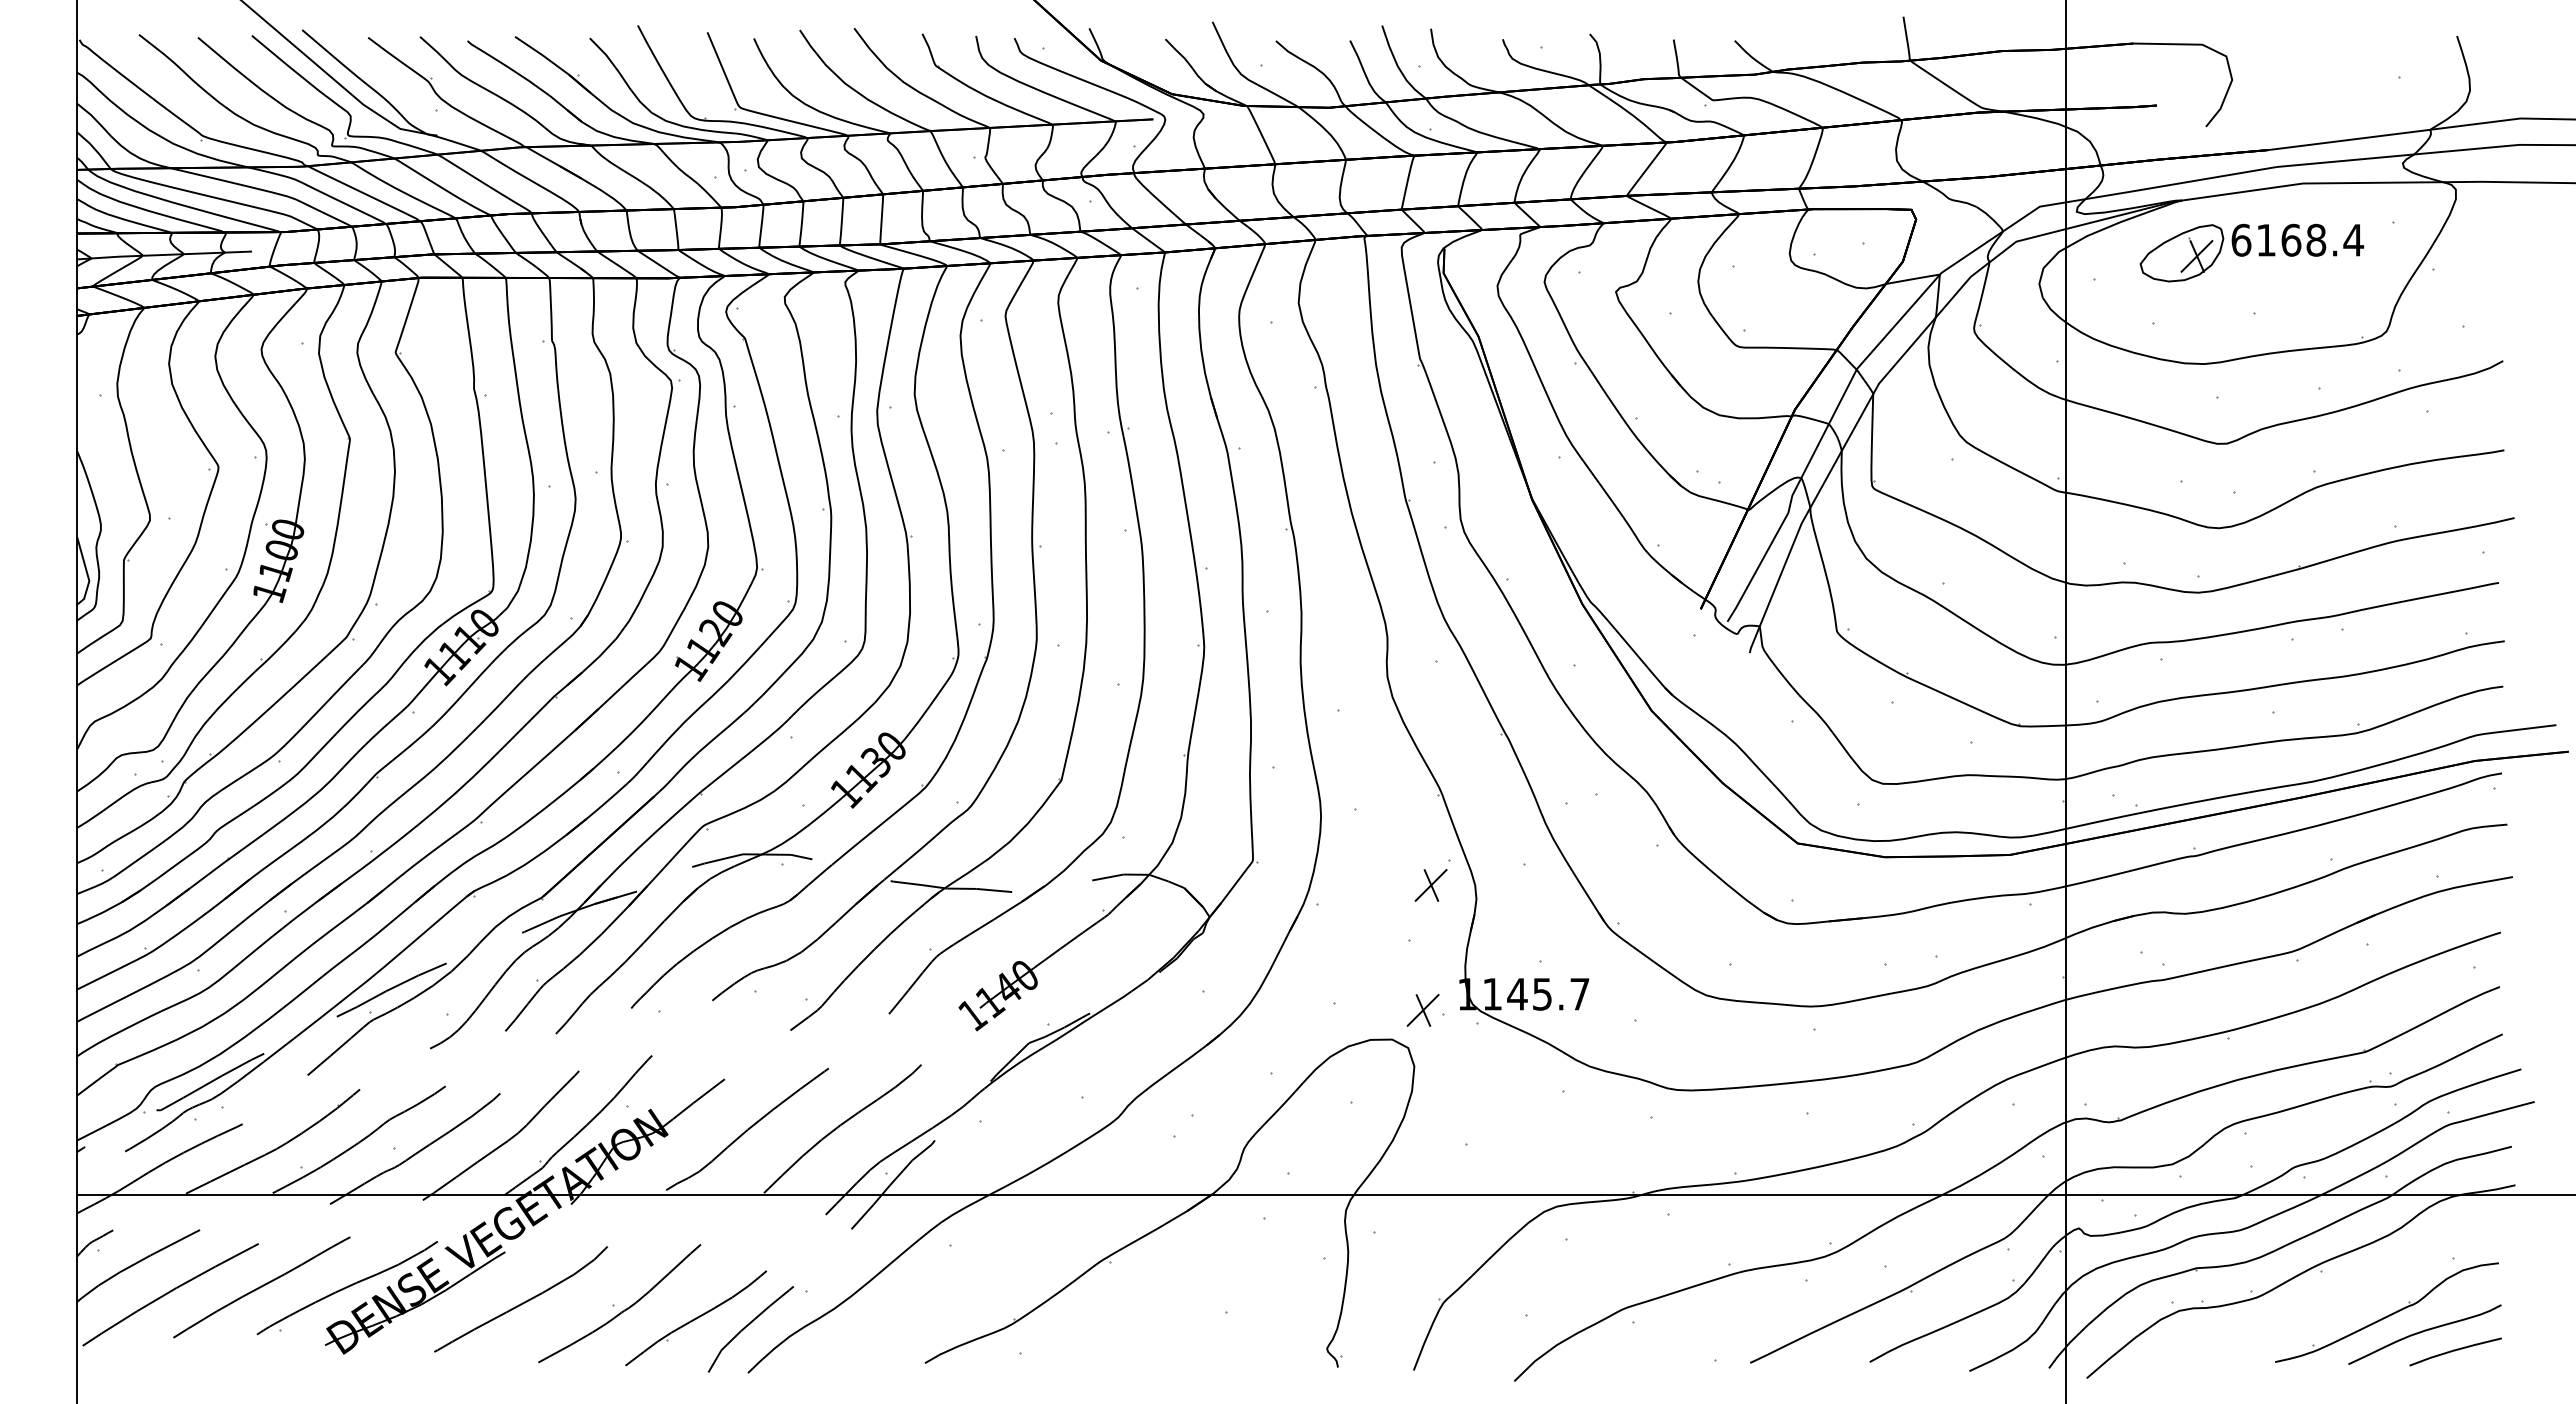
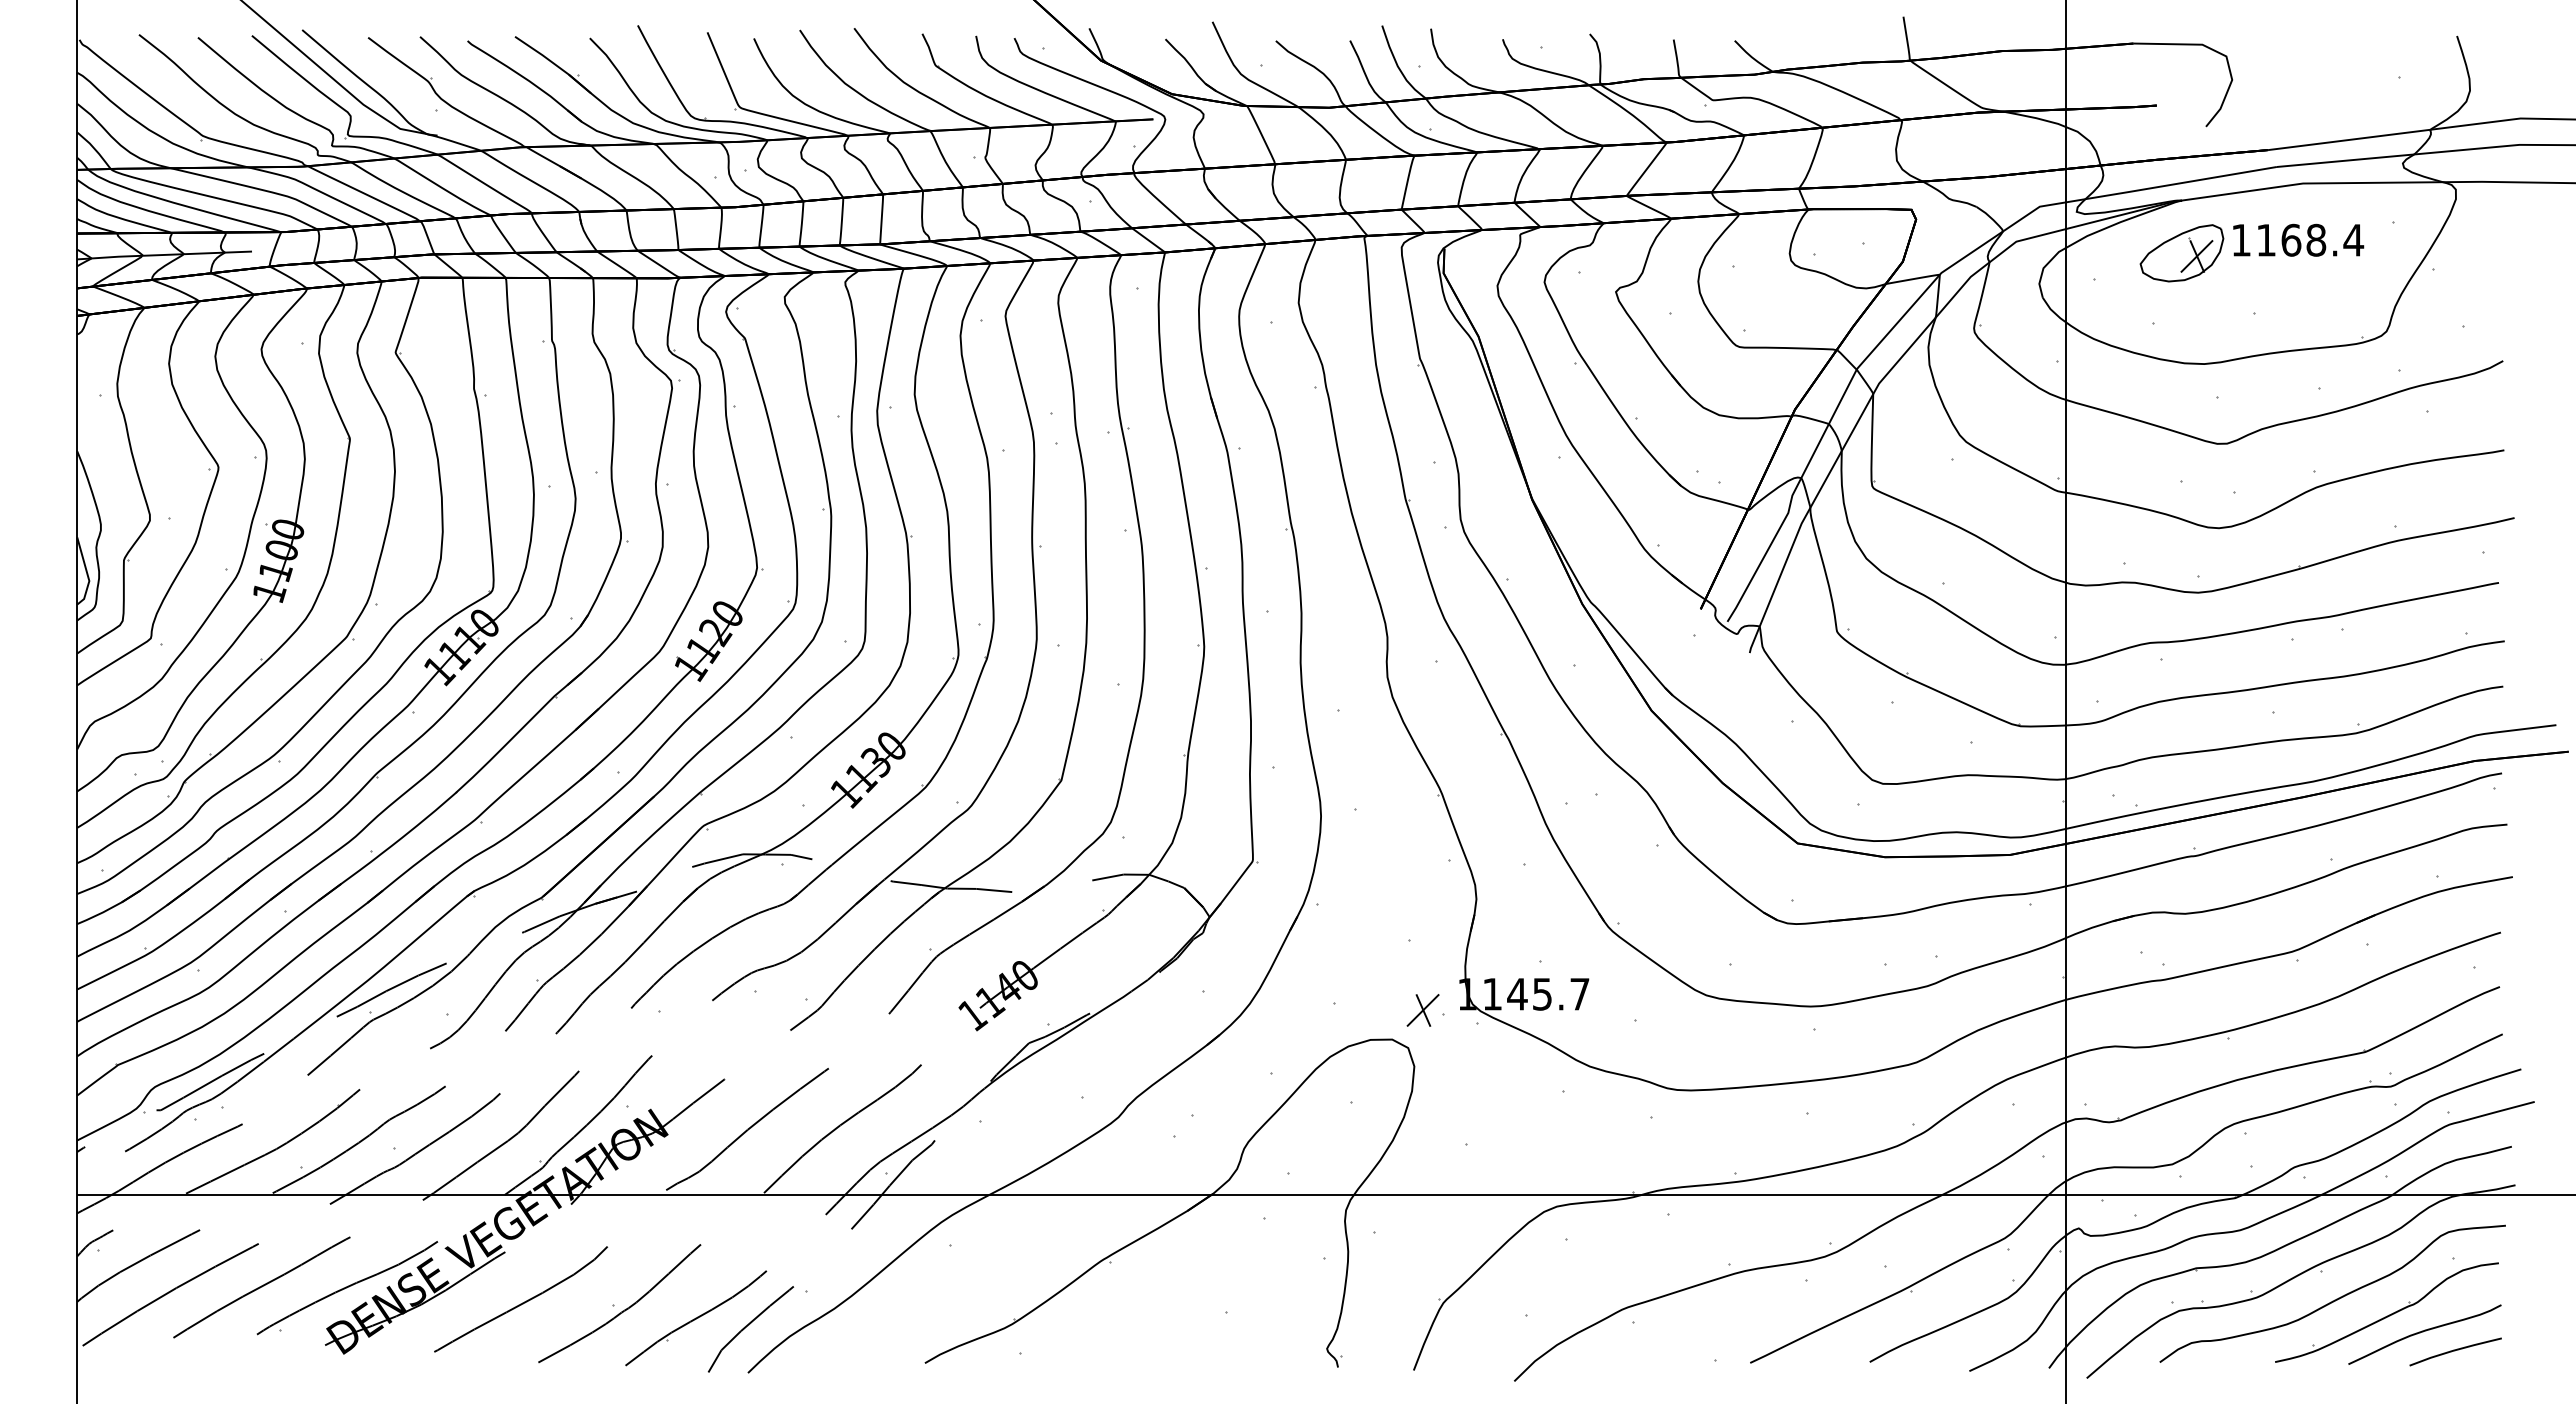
text at (2241, 239): 6168.4 -> 1168.4
part at (1430, 885): present -> none
curve at (2334, 1299): none -> present
